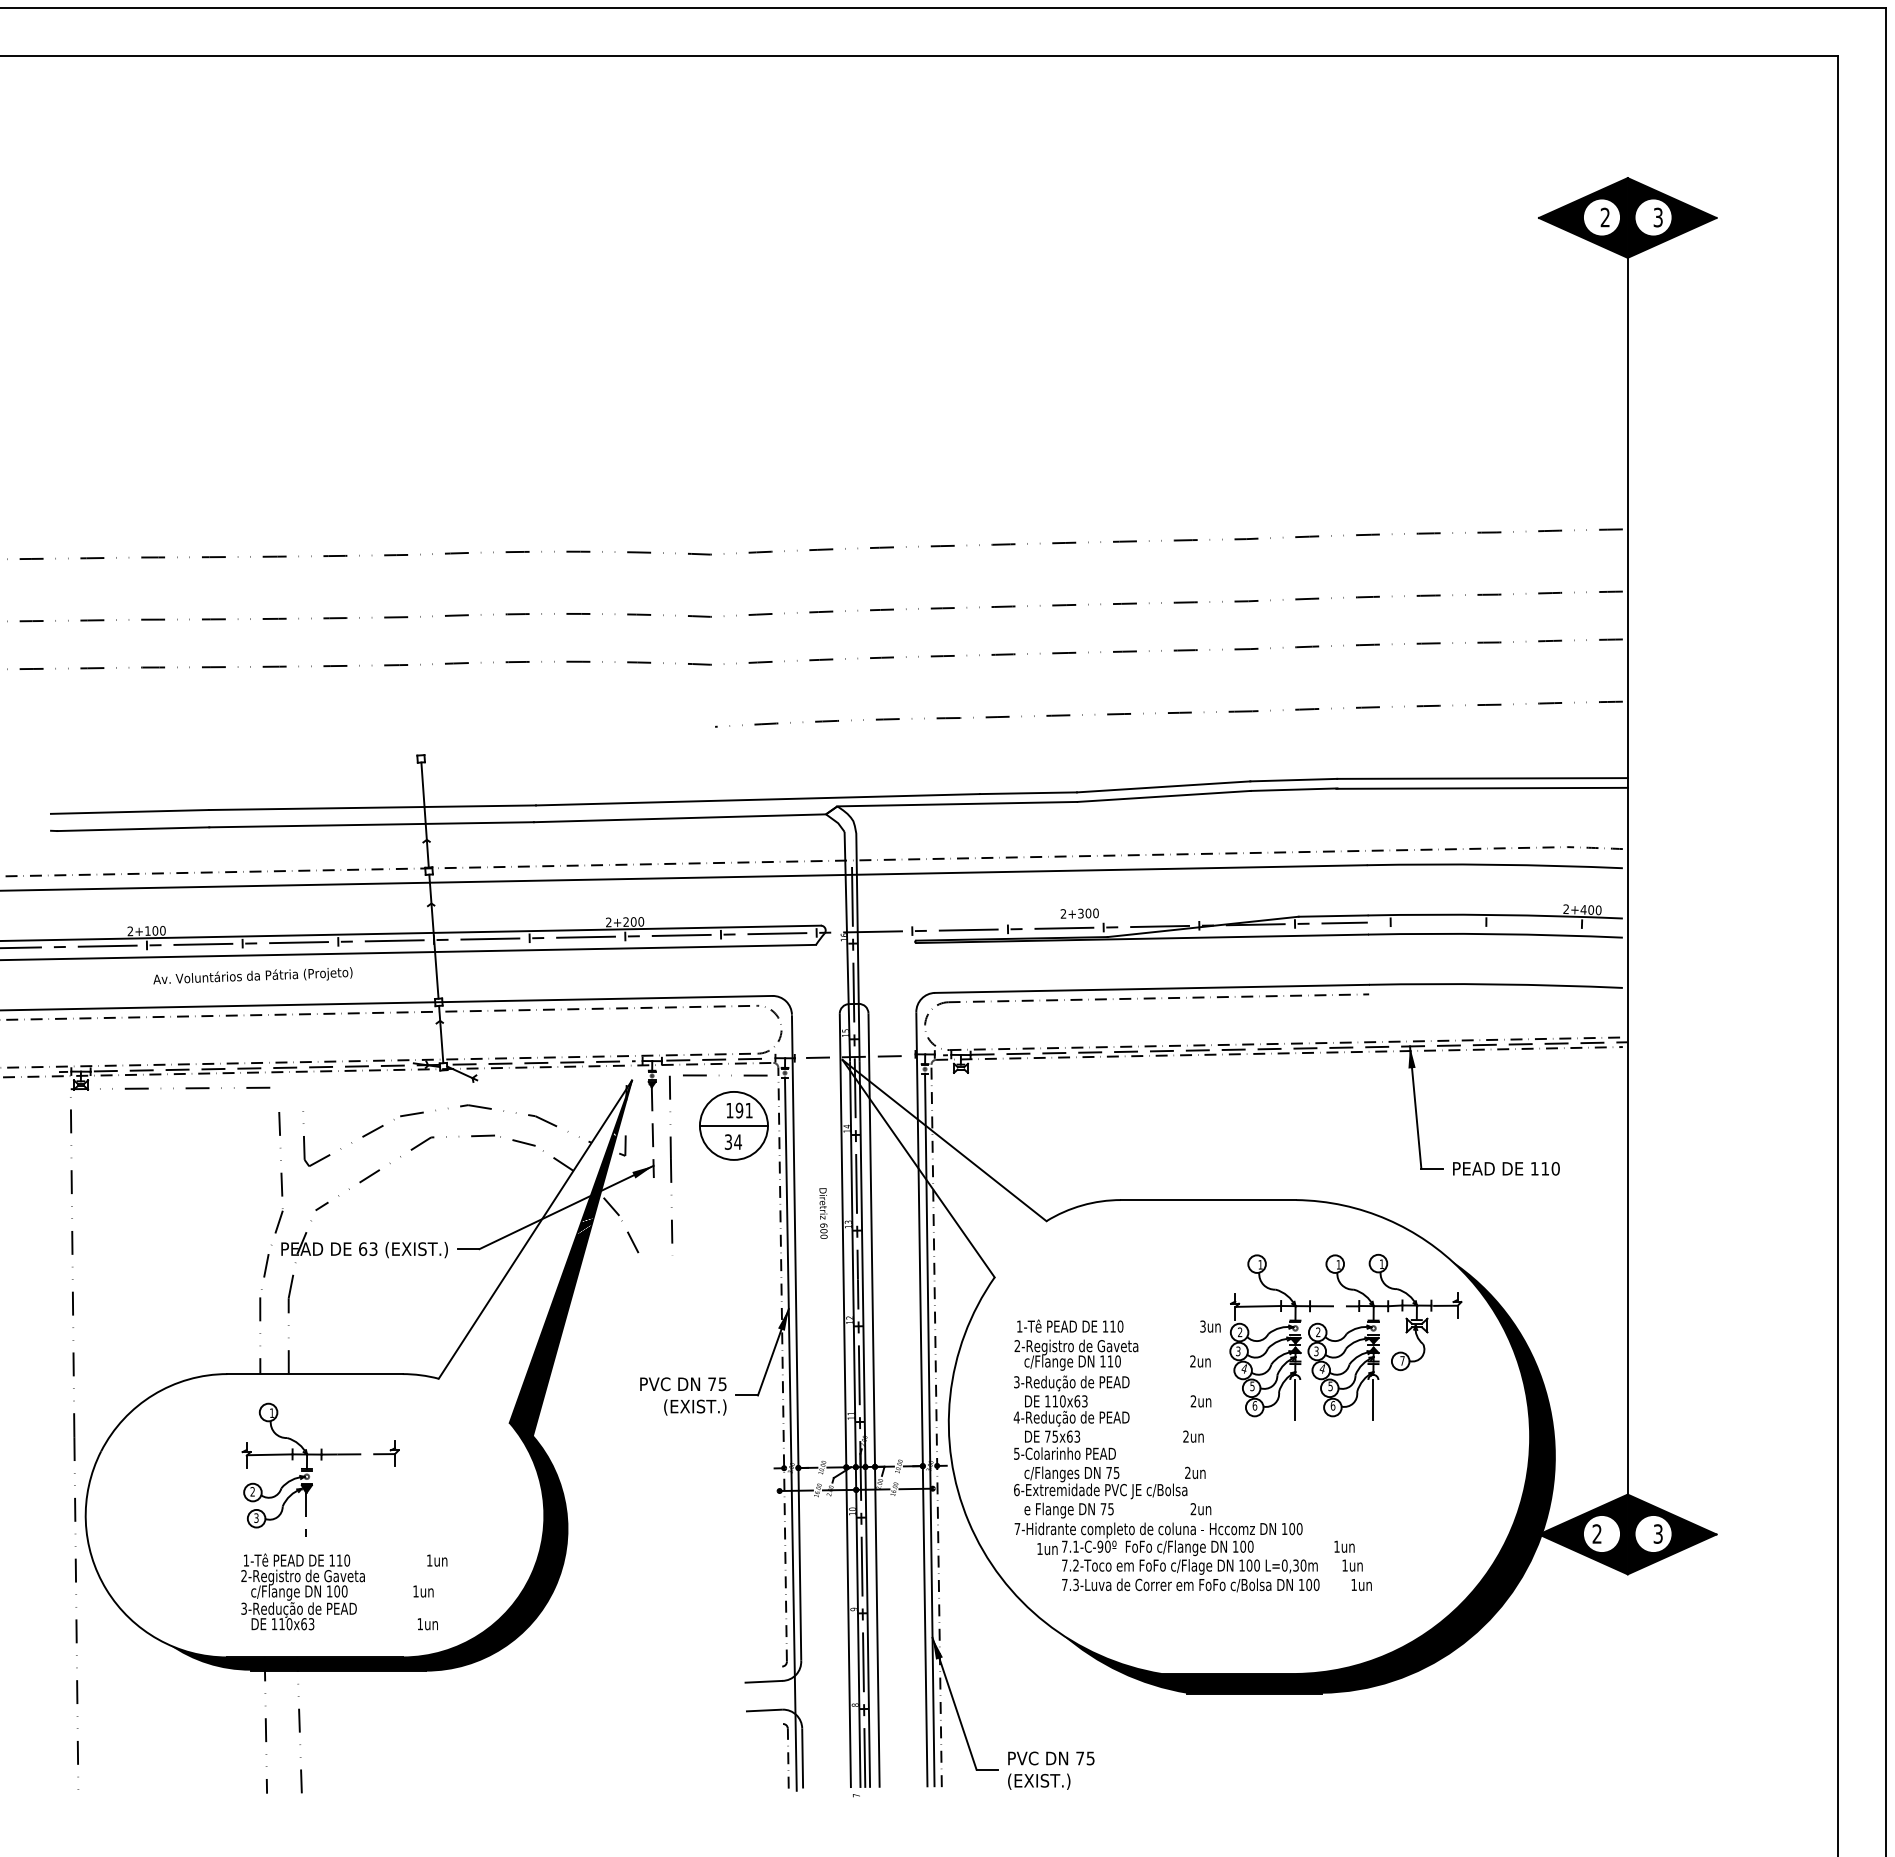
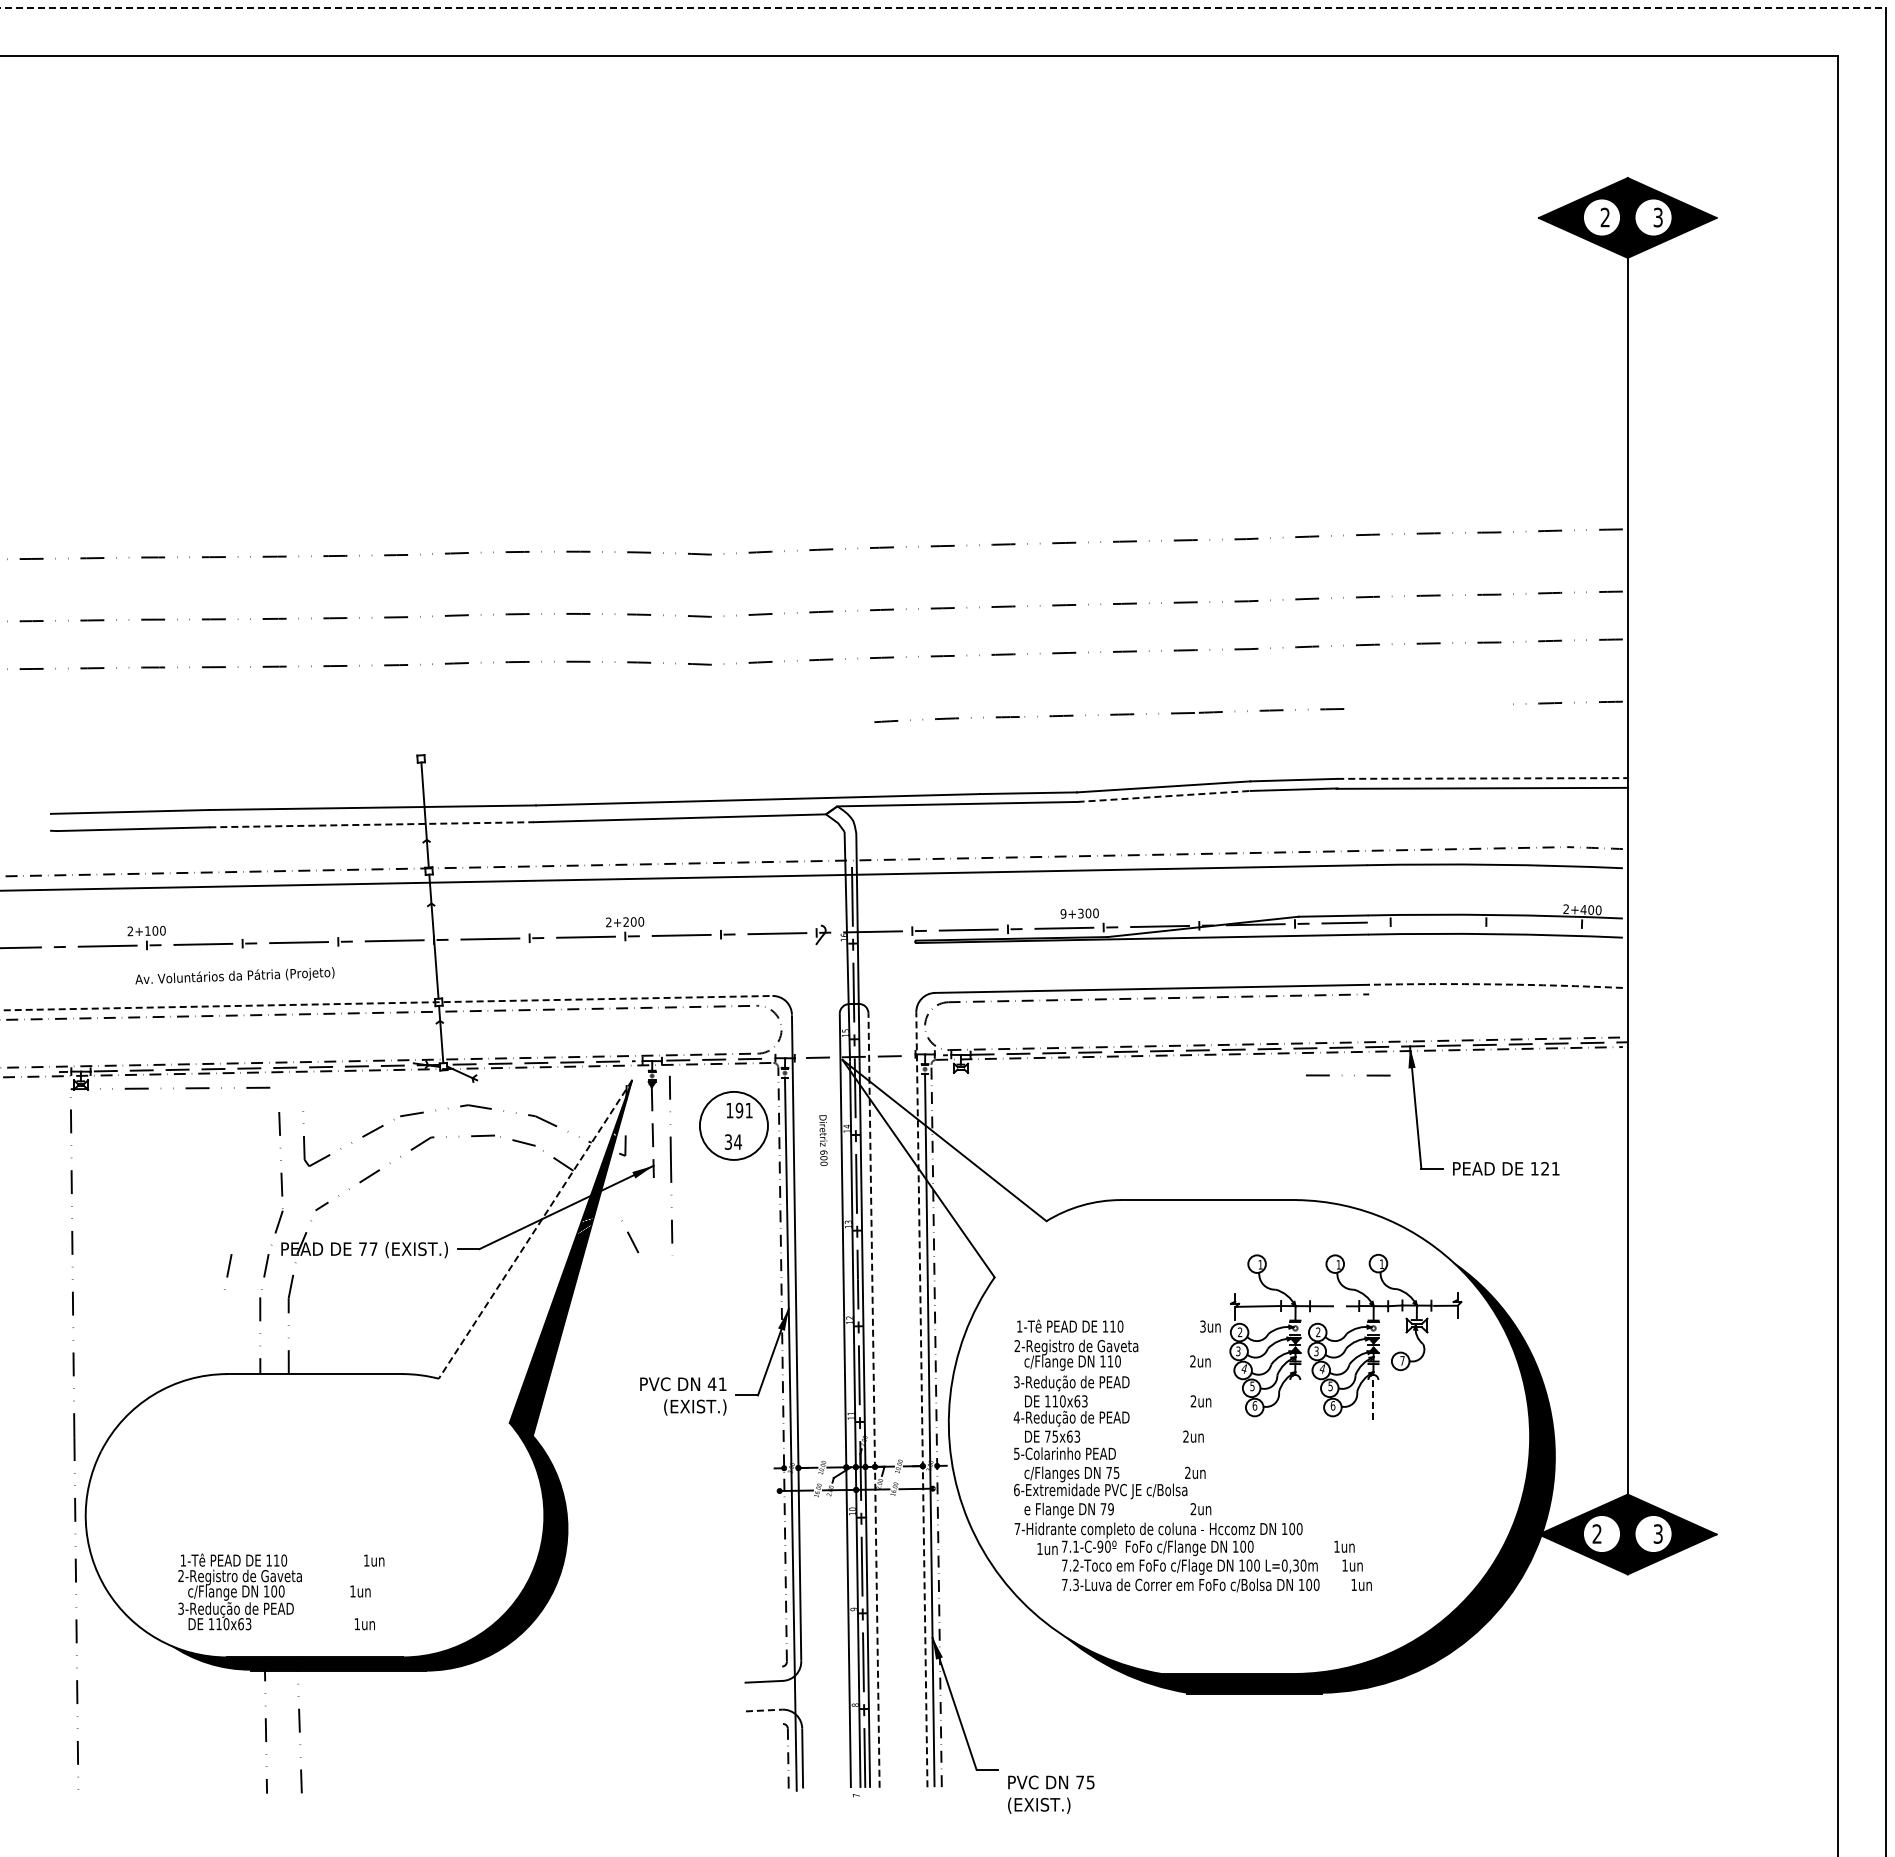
line at (943, 8): solid -> dashed
part at (1108, 715) size: 787x25 px -> 471x15 px
line at (1482, 778): solid -> dashed
line at (1164, 796): solid -> dashed
line at (372, 824): solid -> dashed
text at (1063, 913): 2+300 -> 9+300
line at (411, 932): present -> none
line at (409, 952): present -> none
text at (252, 975) position: (252, 975) -> (234, 975)
arc at (1495, 984): solid -> dashed
line at (386, 1003): solid -> dashed
line at (719, 1075) position: (719, 1075) -> (1342, 1075)
line at (733, 1125): present -> none
text at (1550, 1168): 110 -> 121
line at (611, 1206): present -> none
text at (823, 1213) position: (823, 1213) -> (823, 1140)
line at (535, 1229): solid -> dashed
text at (368, 1248): 63 -> 77
line at (228, 1271): none -> present
text at (716, 1384): 75 -> 41
line at (921, 1399): solid -> dashed
line at (1295, 1399): present -> none
line at (874, 1400): solid -> dashed
line at (1373, 1400): solid -> dashed
part at (312, 1469): present -> none
text at (1110, 1508): 75 -> 79
text at (344, 1591) position: (344, 1591) -> (281, 1591)
line at (764, 1710): solid -> dashed
text at (1051, 1770) position: (1051, 1770) -> (1051, 1794)
